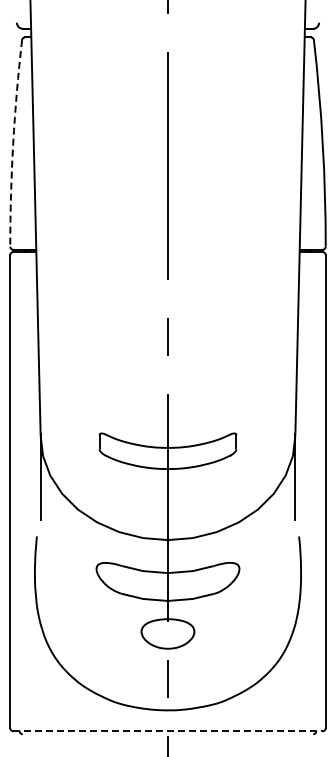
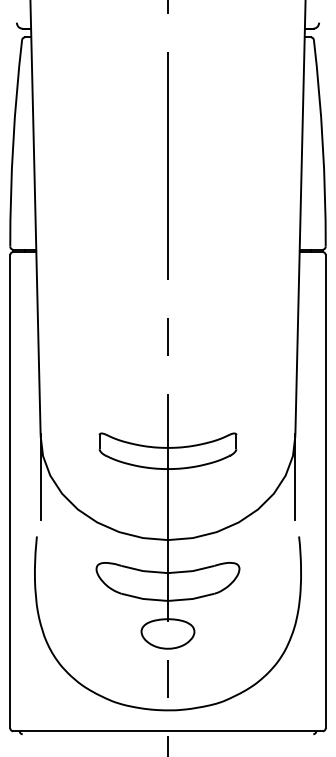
arc at (13, 143): dashed -> solid
line at (168, 731): dashed -> solid
